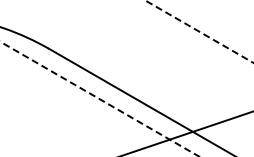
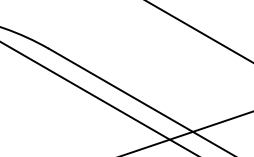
line at (199, 31): dashed -> solid
line at (100, 99): dashed -> solid
